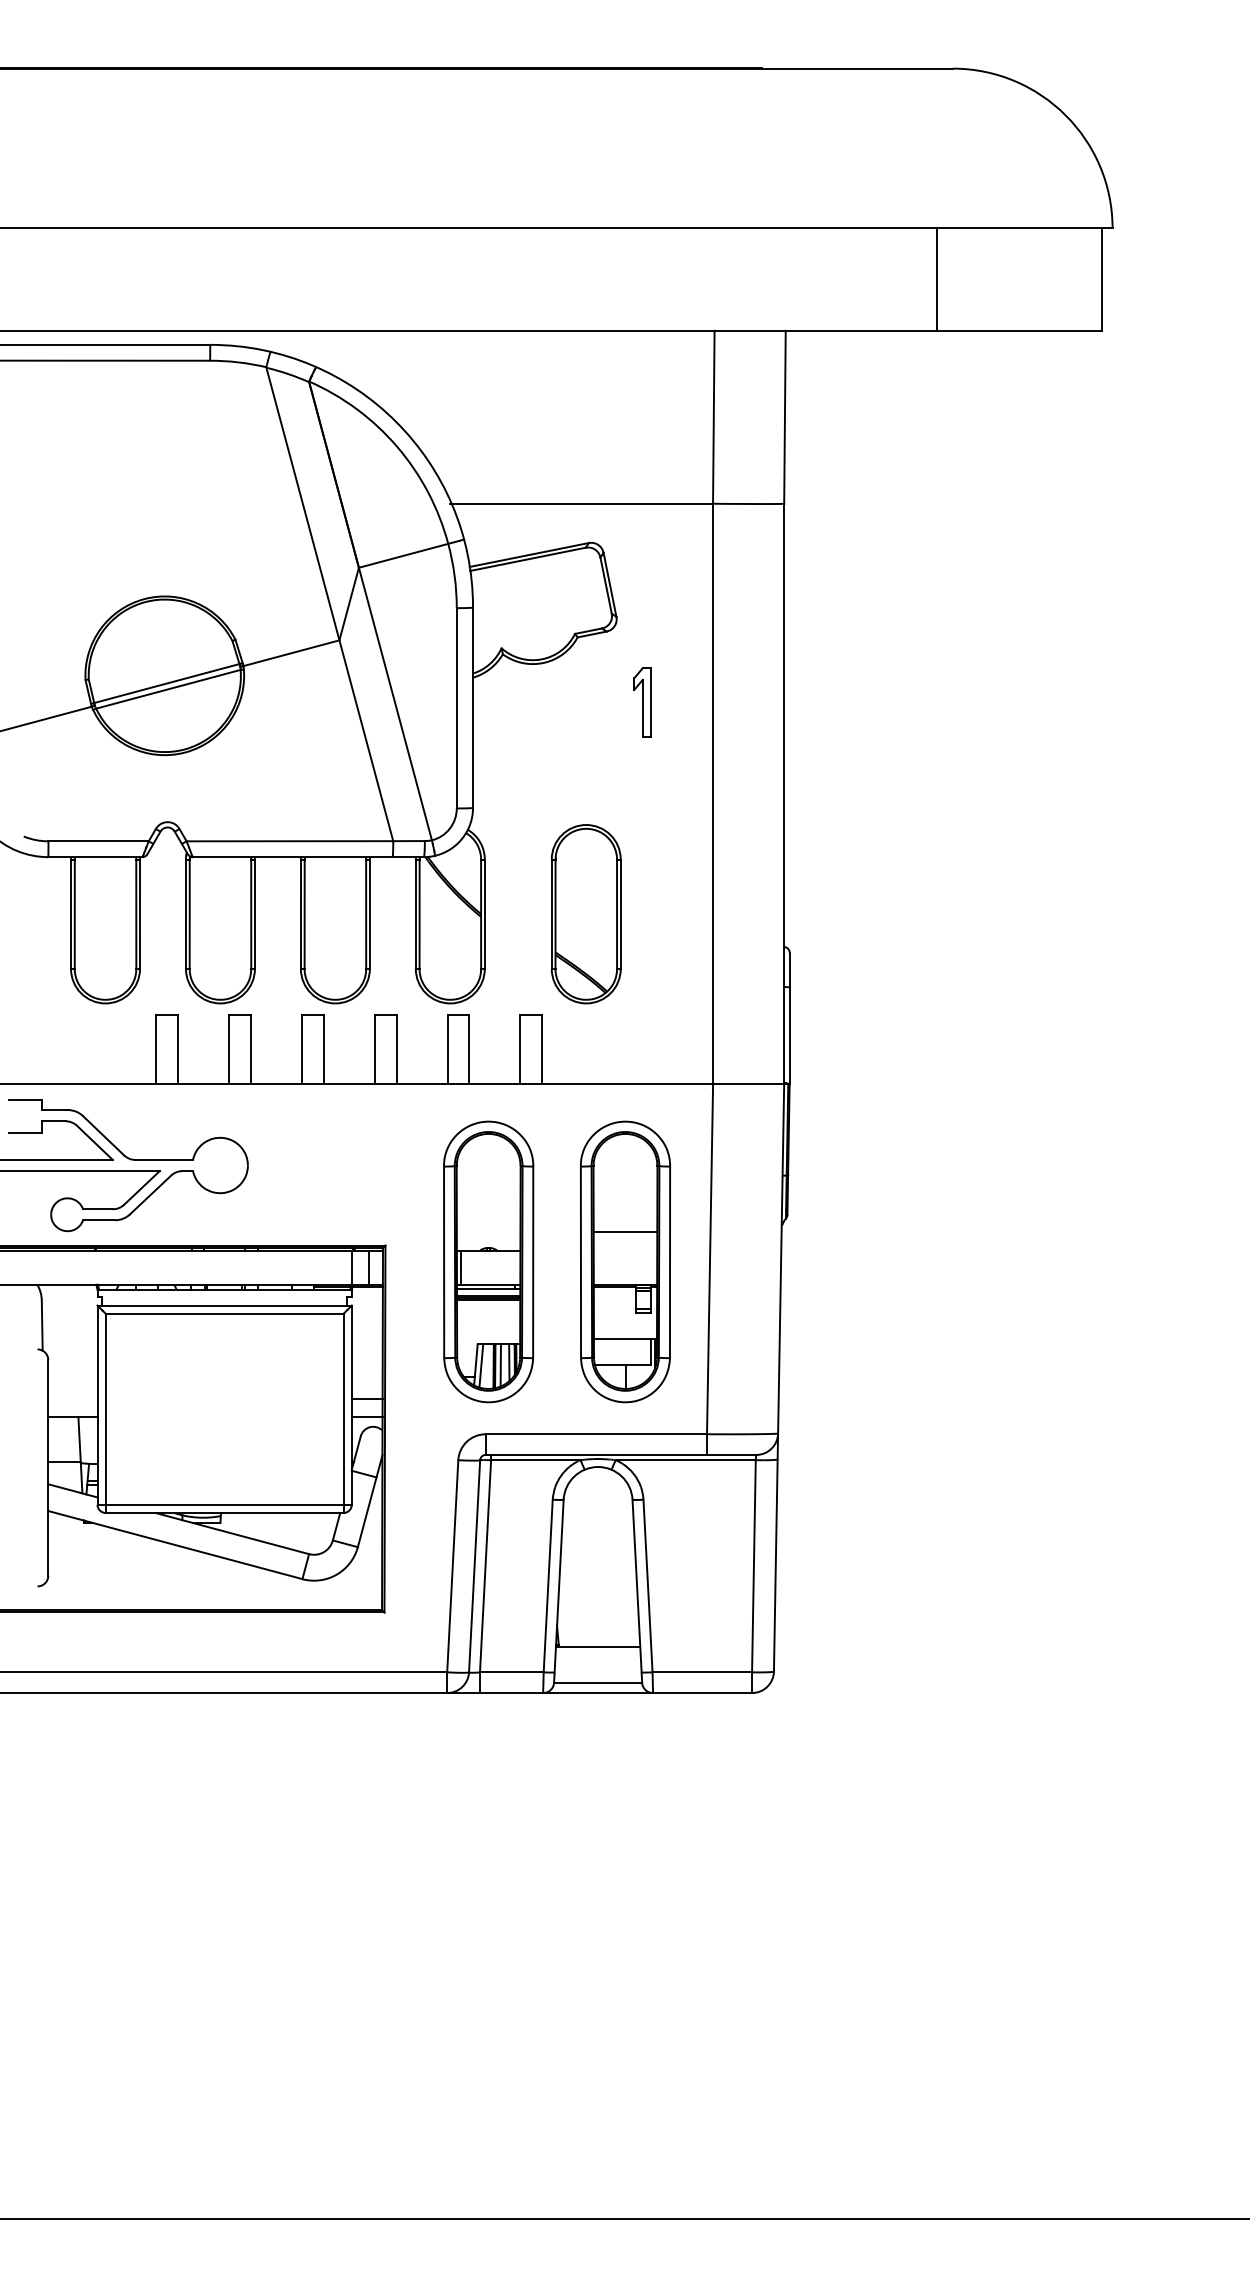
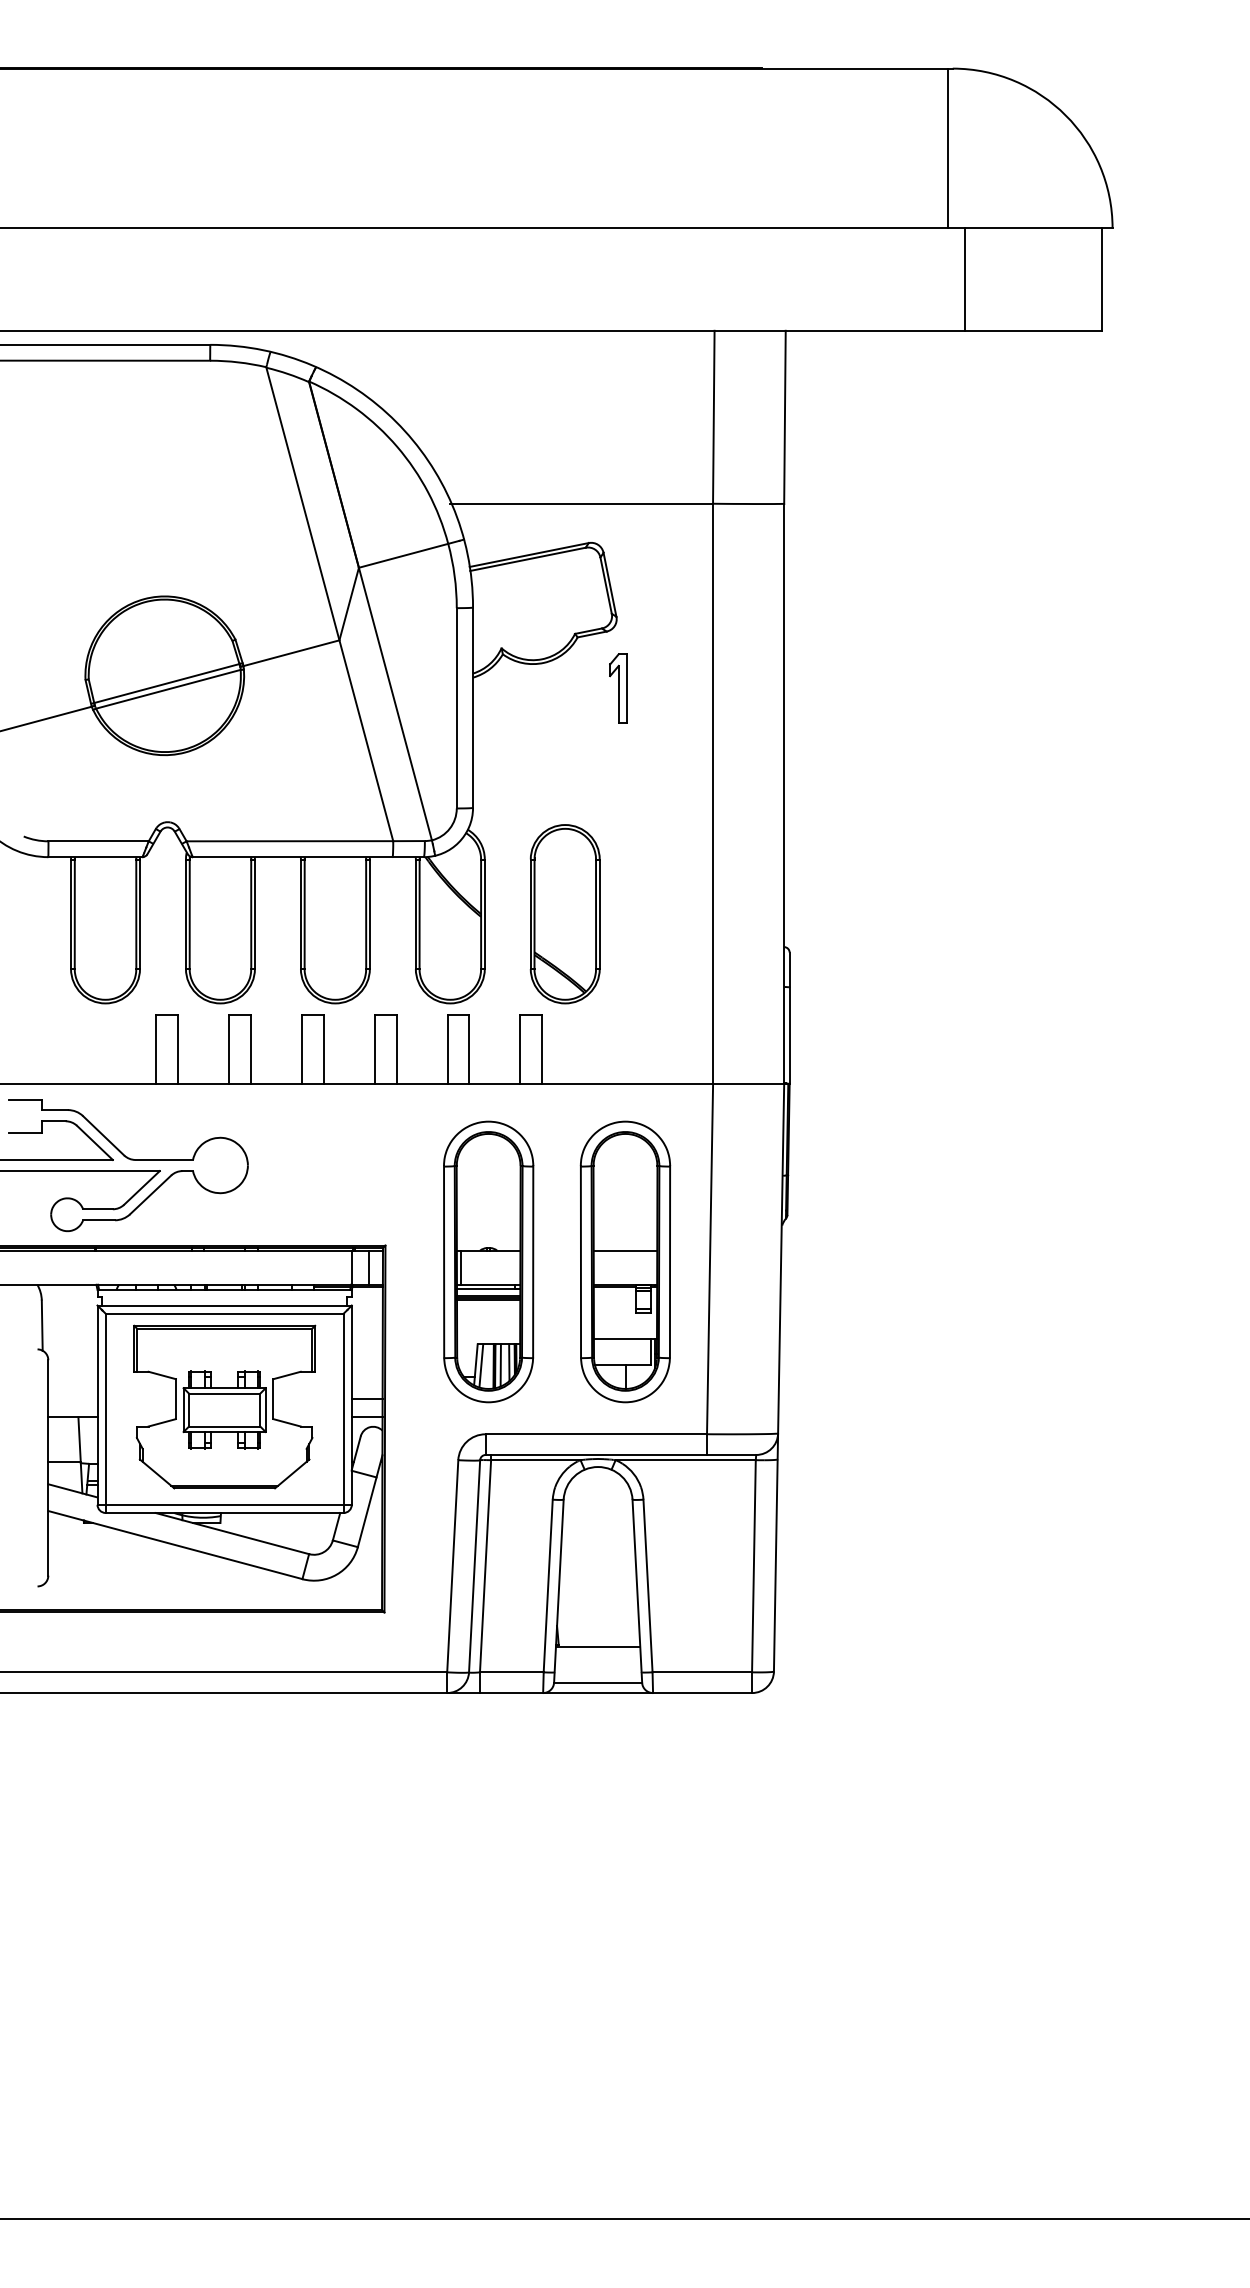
line at (948, 148): none -> present
line at (936, 279) position: (936, 279) -> (964, 279)
part at (642, 702) position: (642, 702) -> (618, 688)
part at (585, 914) position: (585, 914) -> (564, 914)
line at (625, 1231) position: (625, 1231) -> (625, 1250)
part at (224, 1406): none -> present
